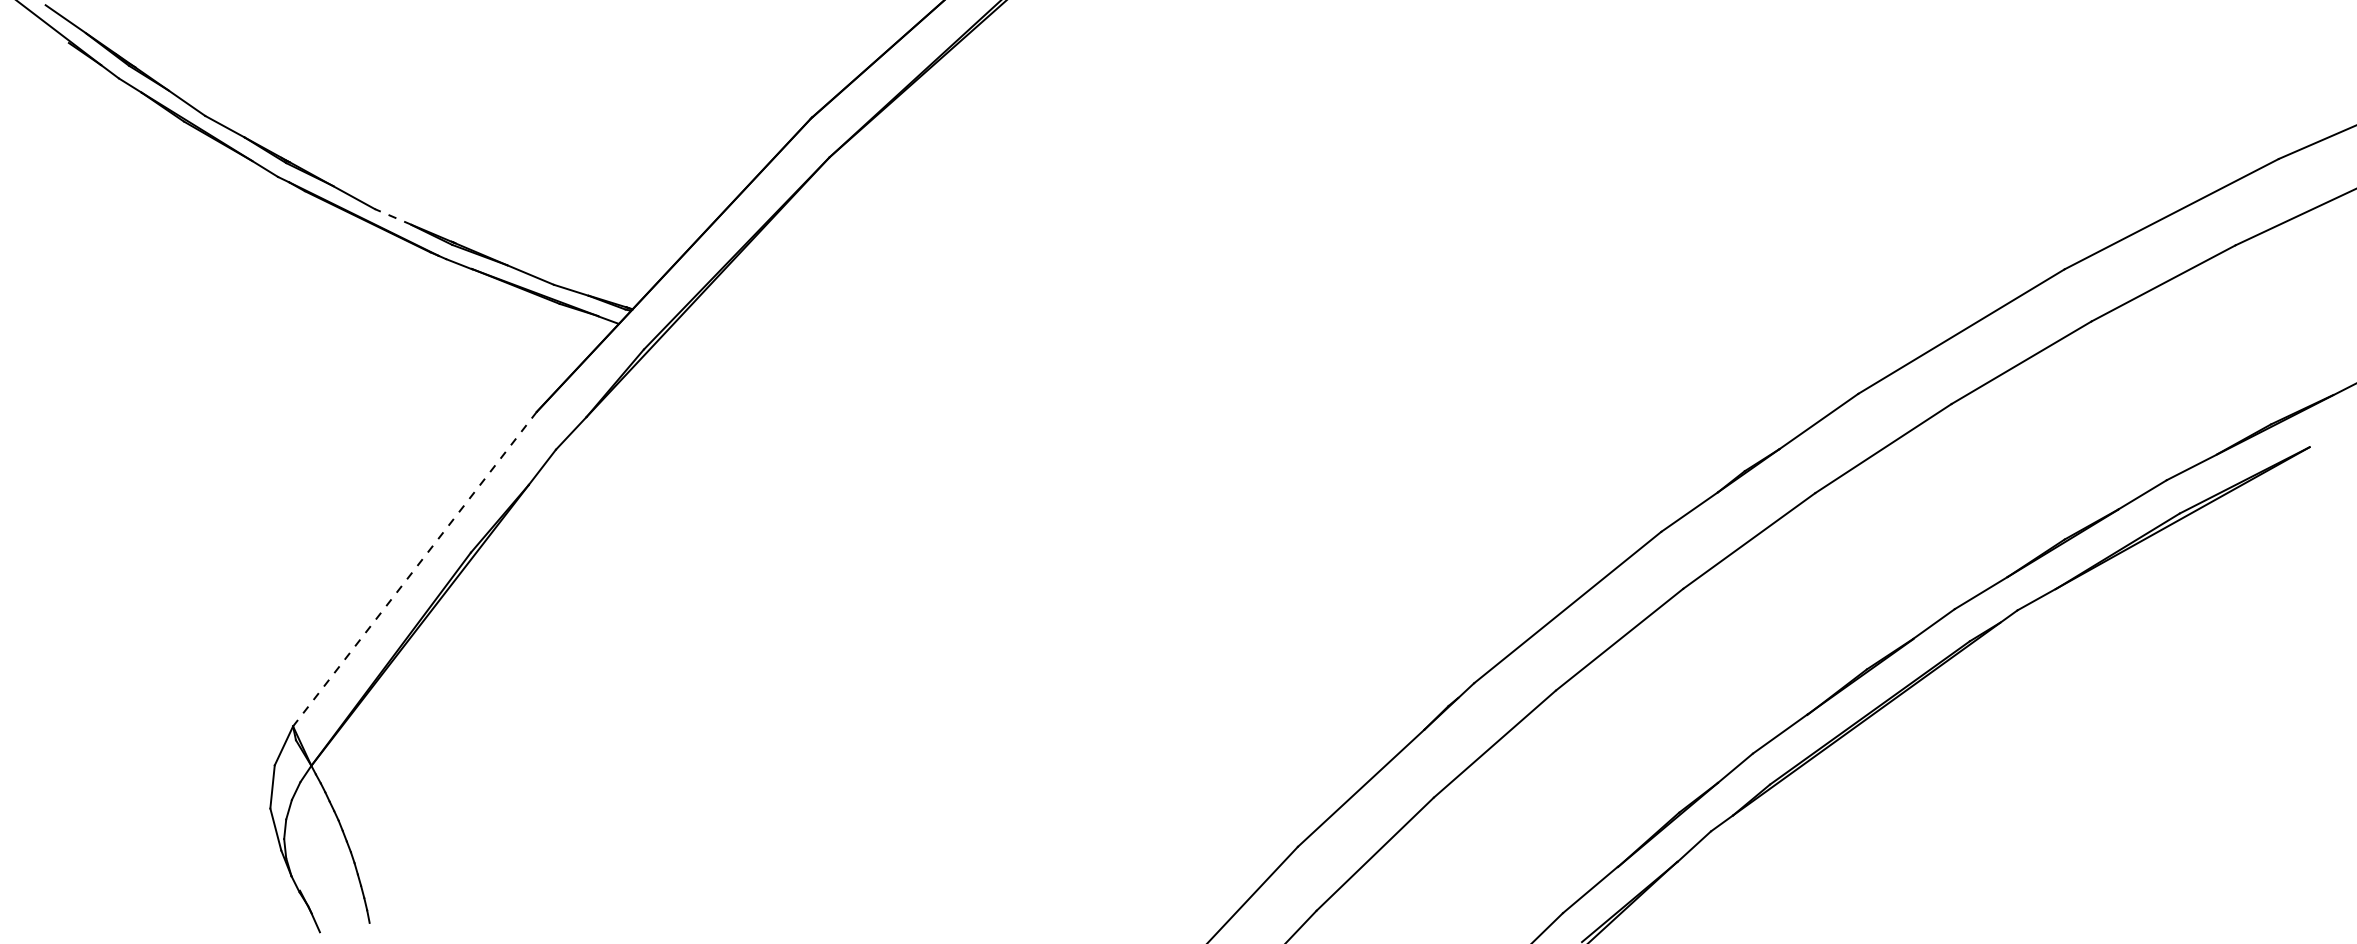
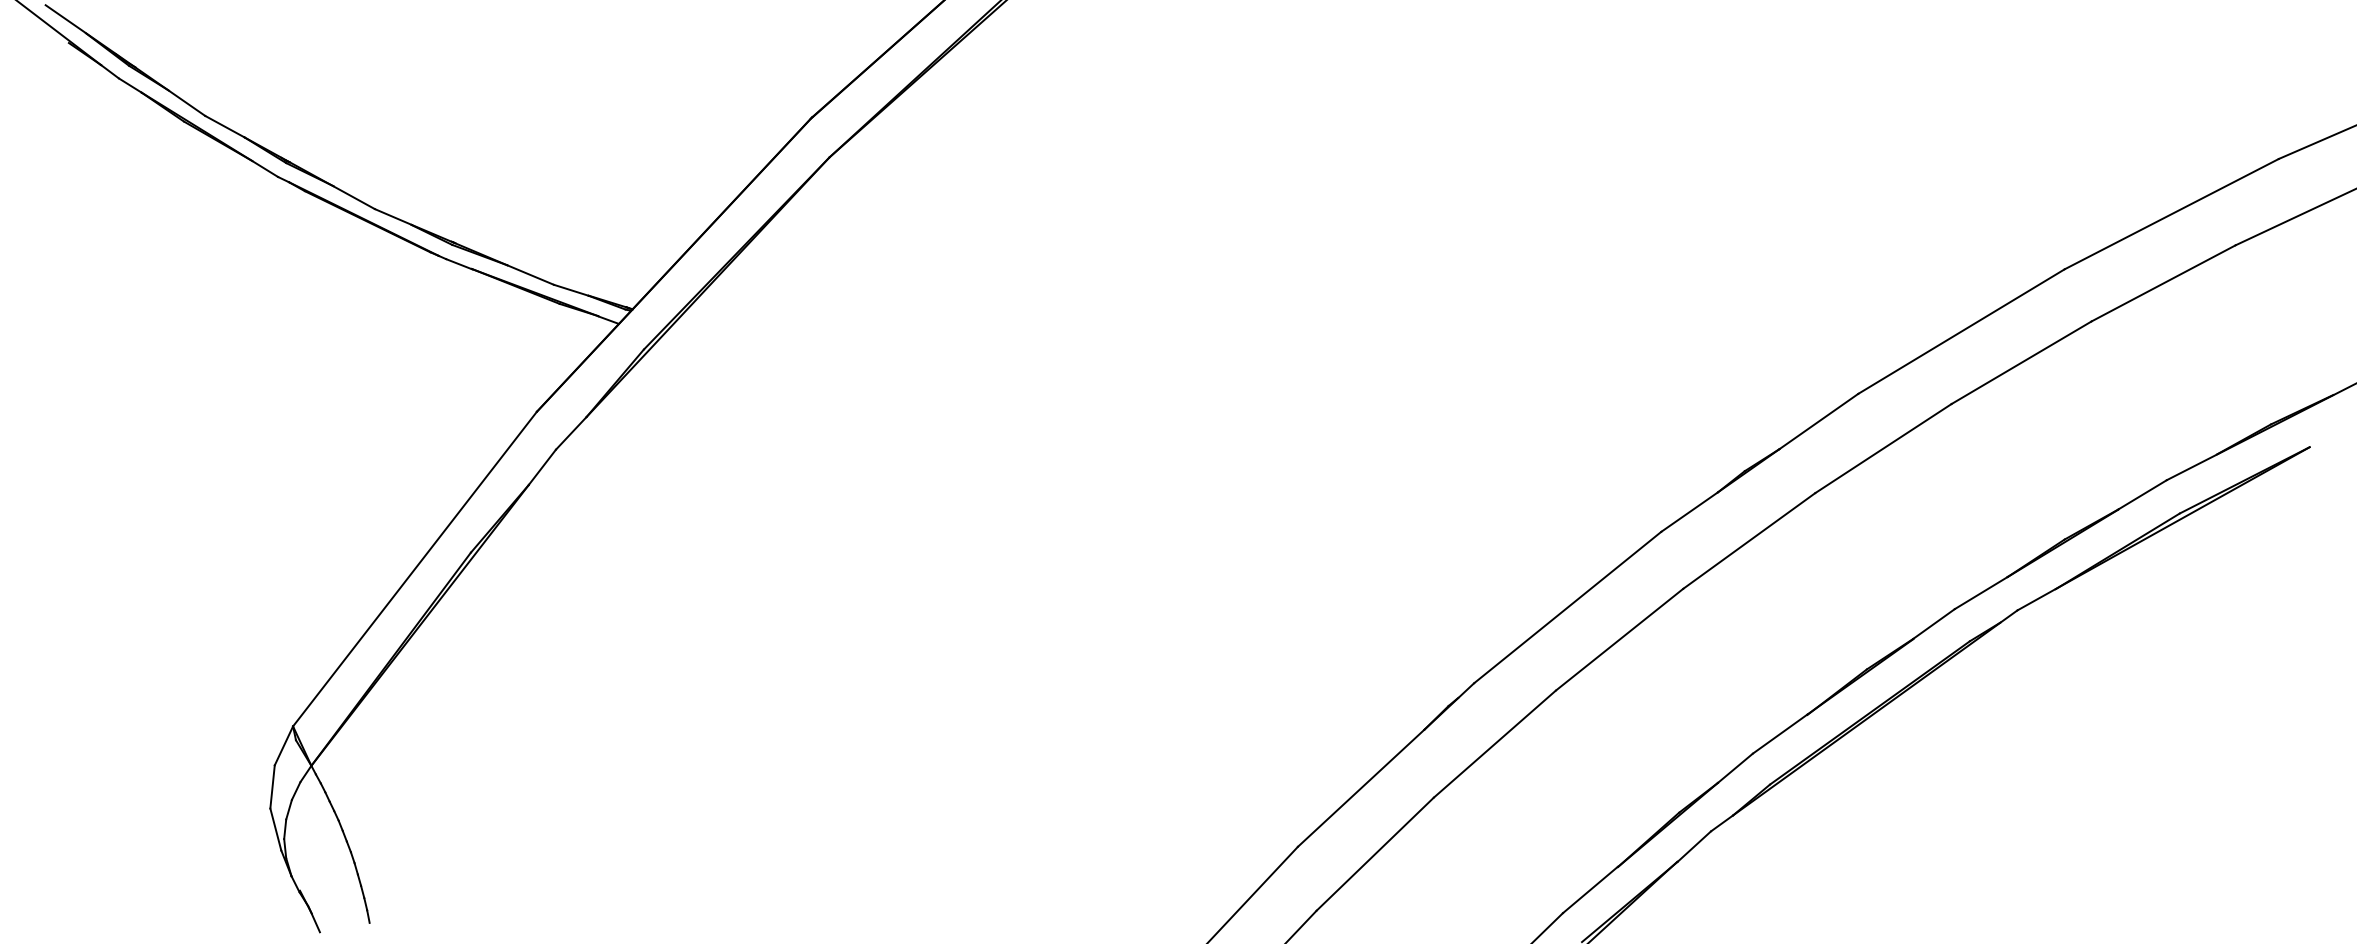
line at (392, 216): dashed -> solid
line at (414, 569): dashed -> solid
